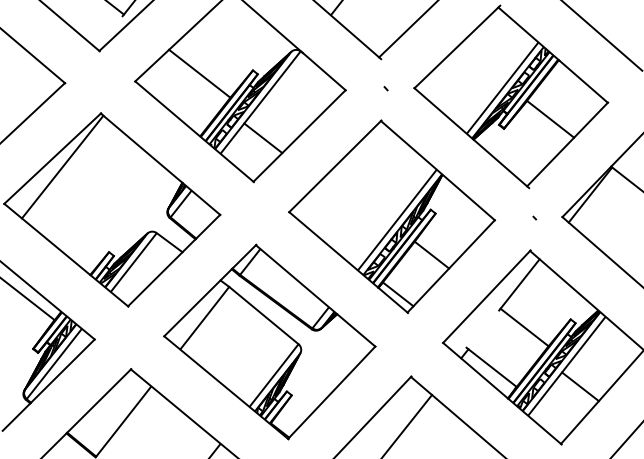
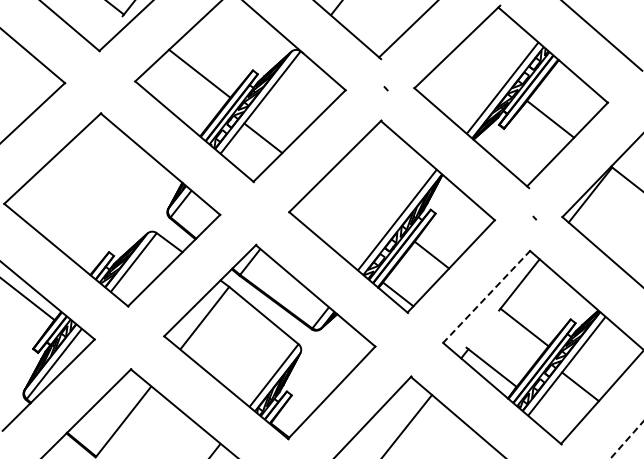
line at (62, 166): present -> none
line at (486, 296): solid -> dashed
line at (626, 440): solid -> dashed
